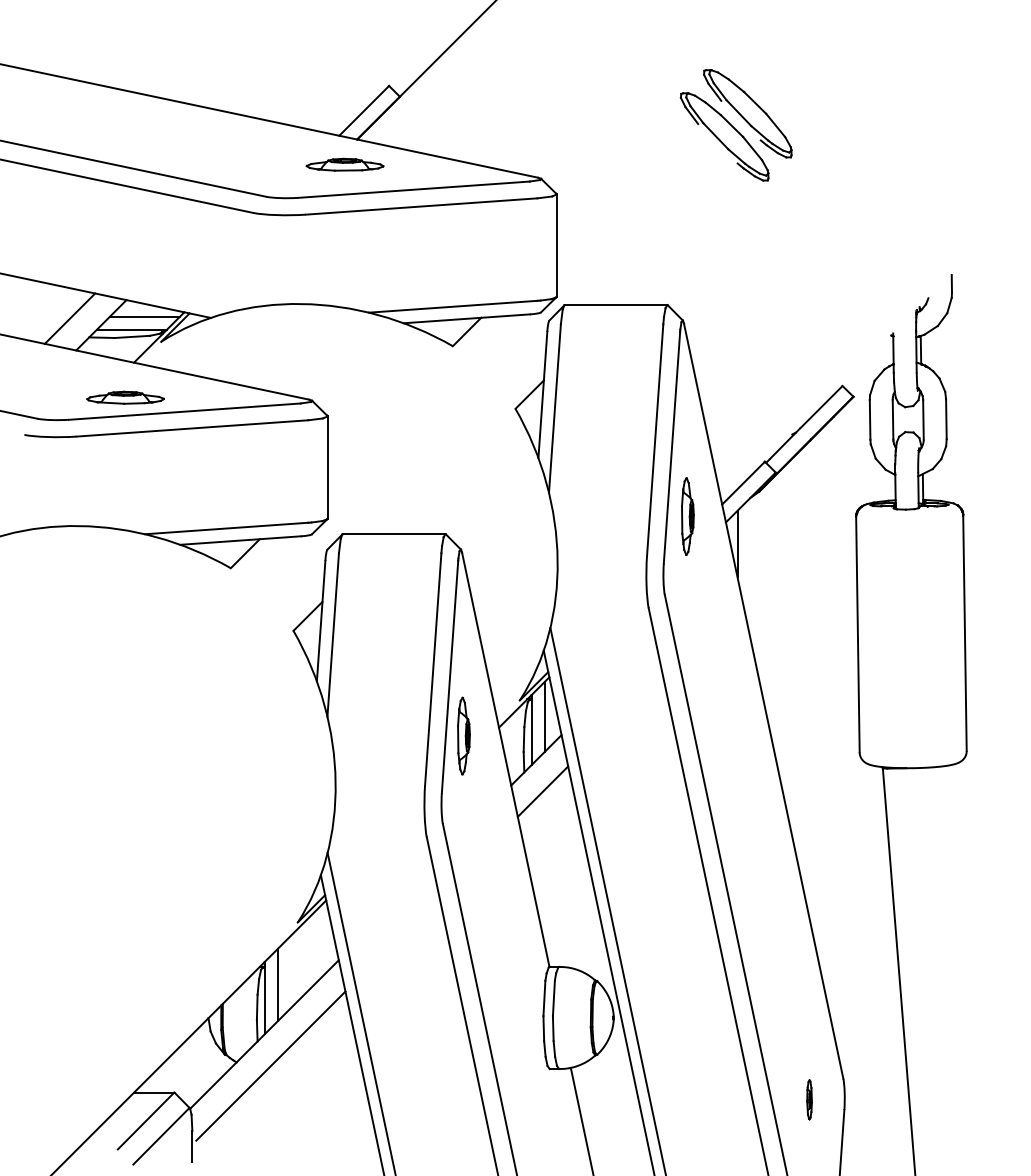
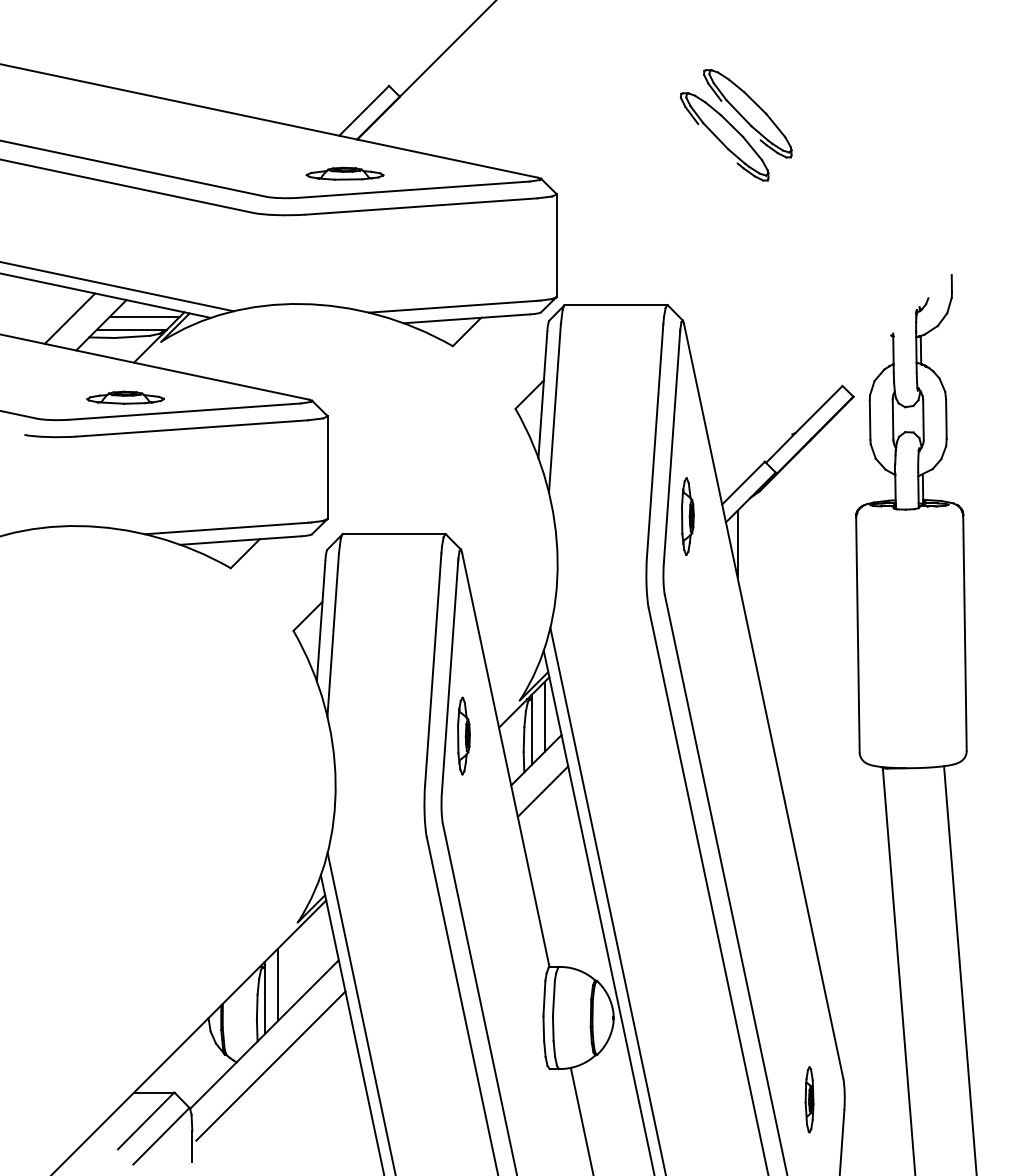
part at (344, 164) position: (344, 164) -> (344, 173)
line at (117, 286): none -> present
line at (960, 969): none -> present
part at (809, 1099) size: 7x42 px -> 11x68 px
